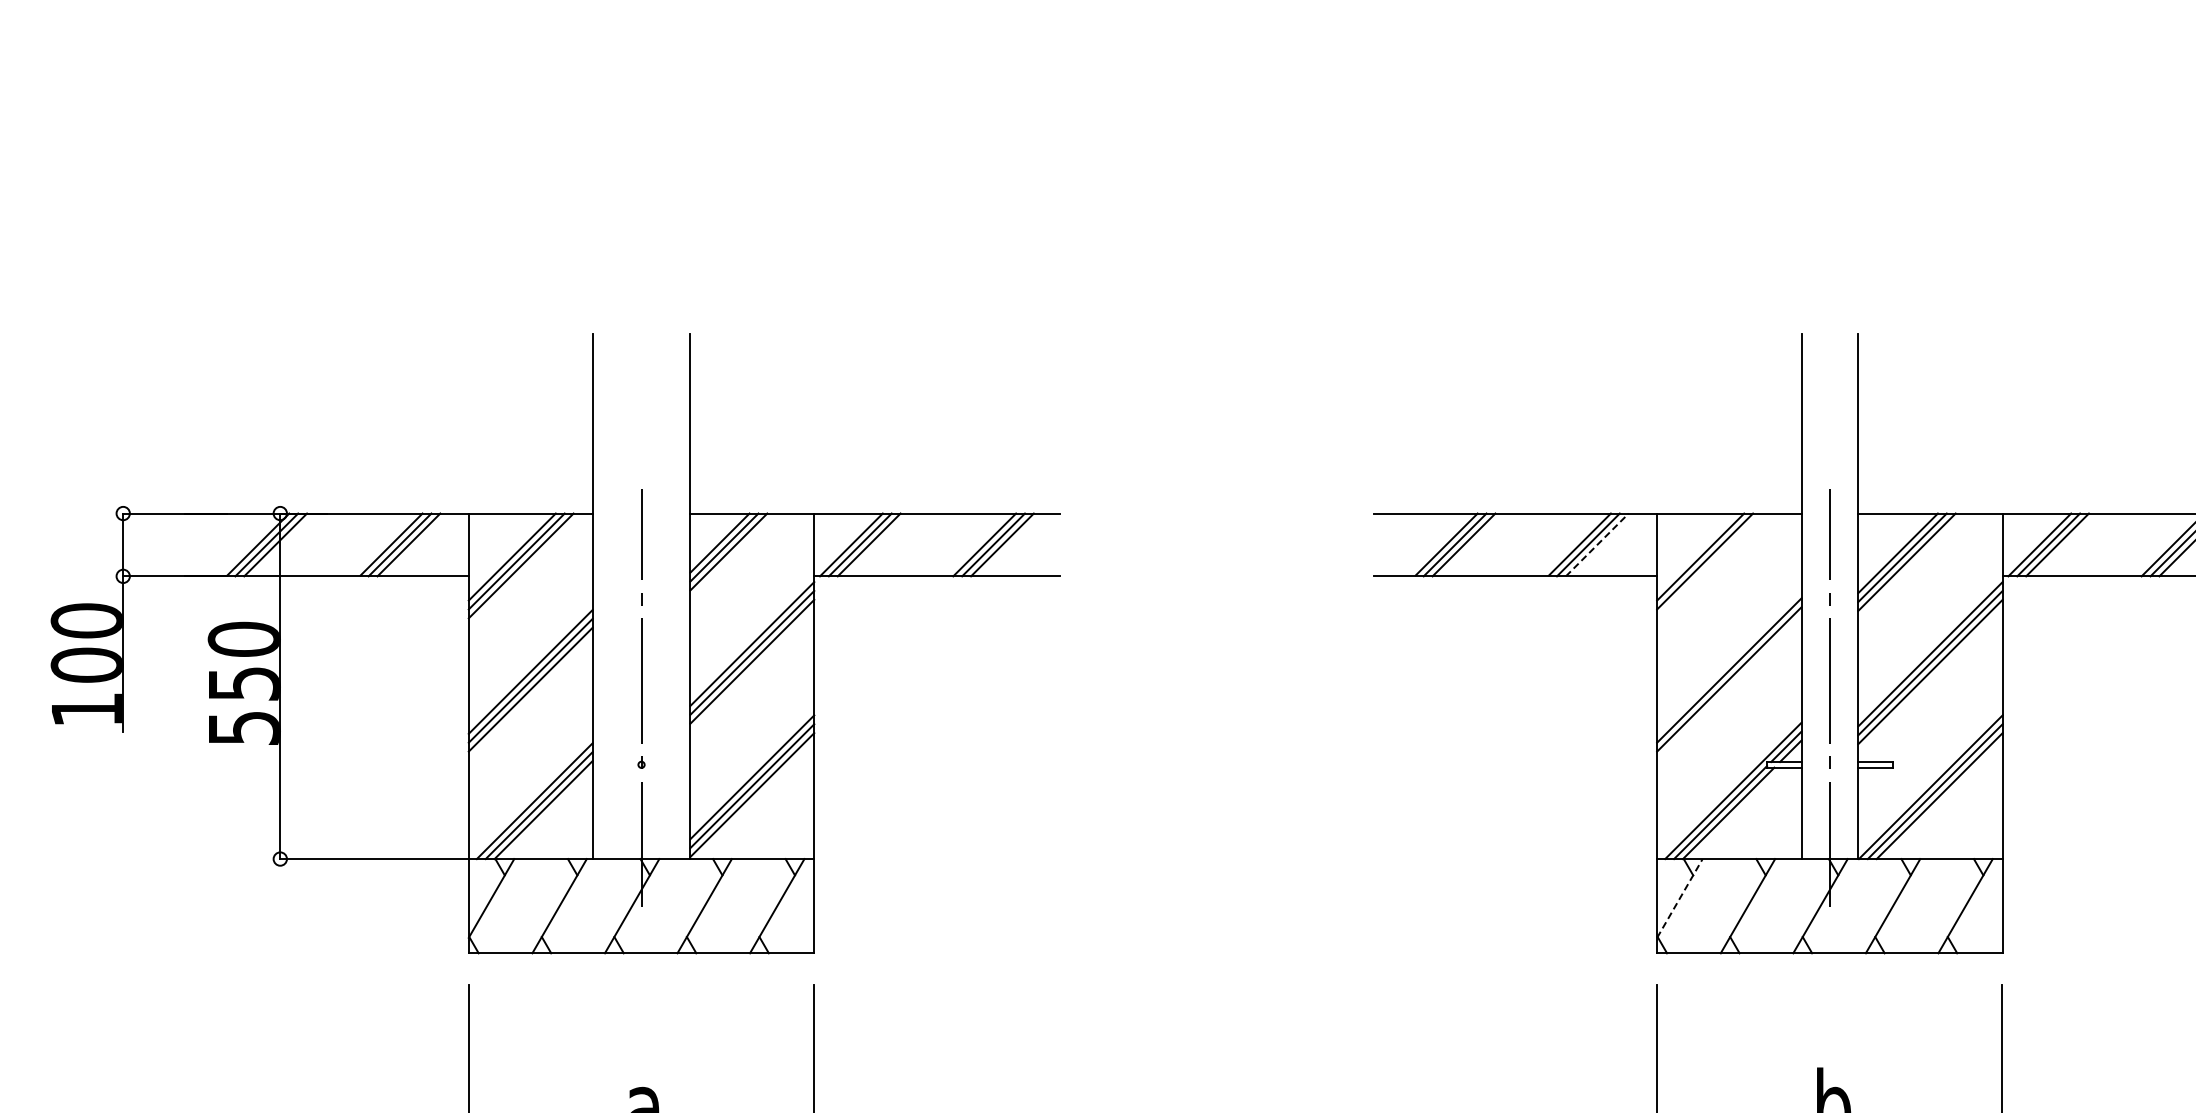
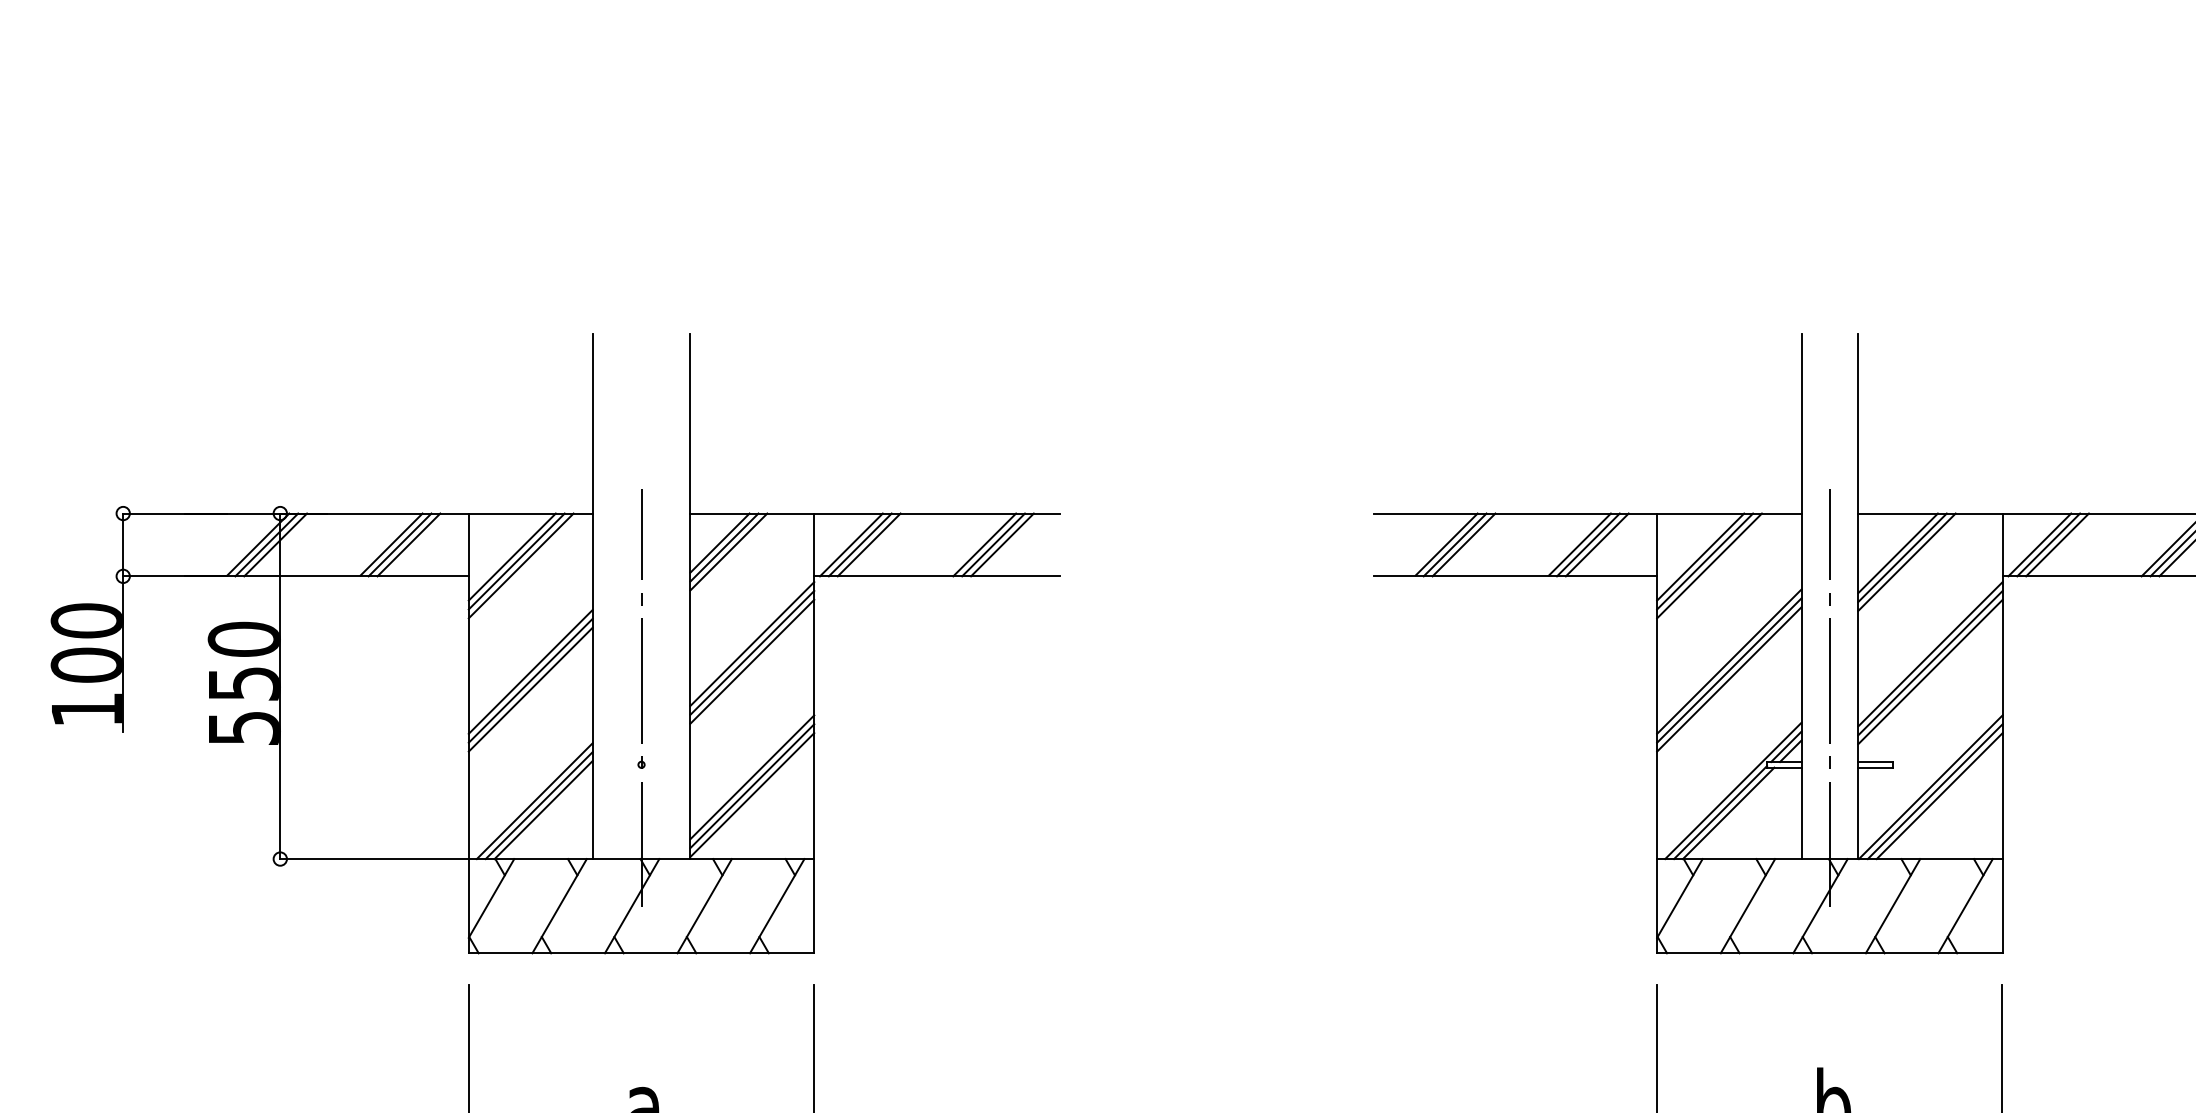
line at (1597, 544): dashed -> solid
line at (1709, 565): none -> present
line at (1729, 661): none -> present
line at (1679, 898): dashed -> solid
